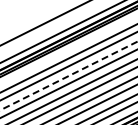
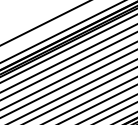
line at (68, 48): none -> present
line at (69, 75): dashed -> solid
